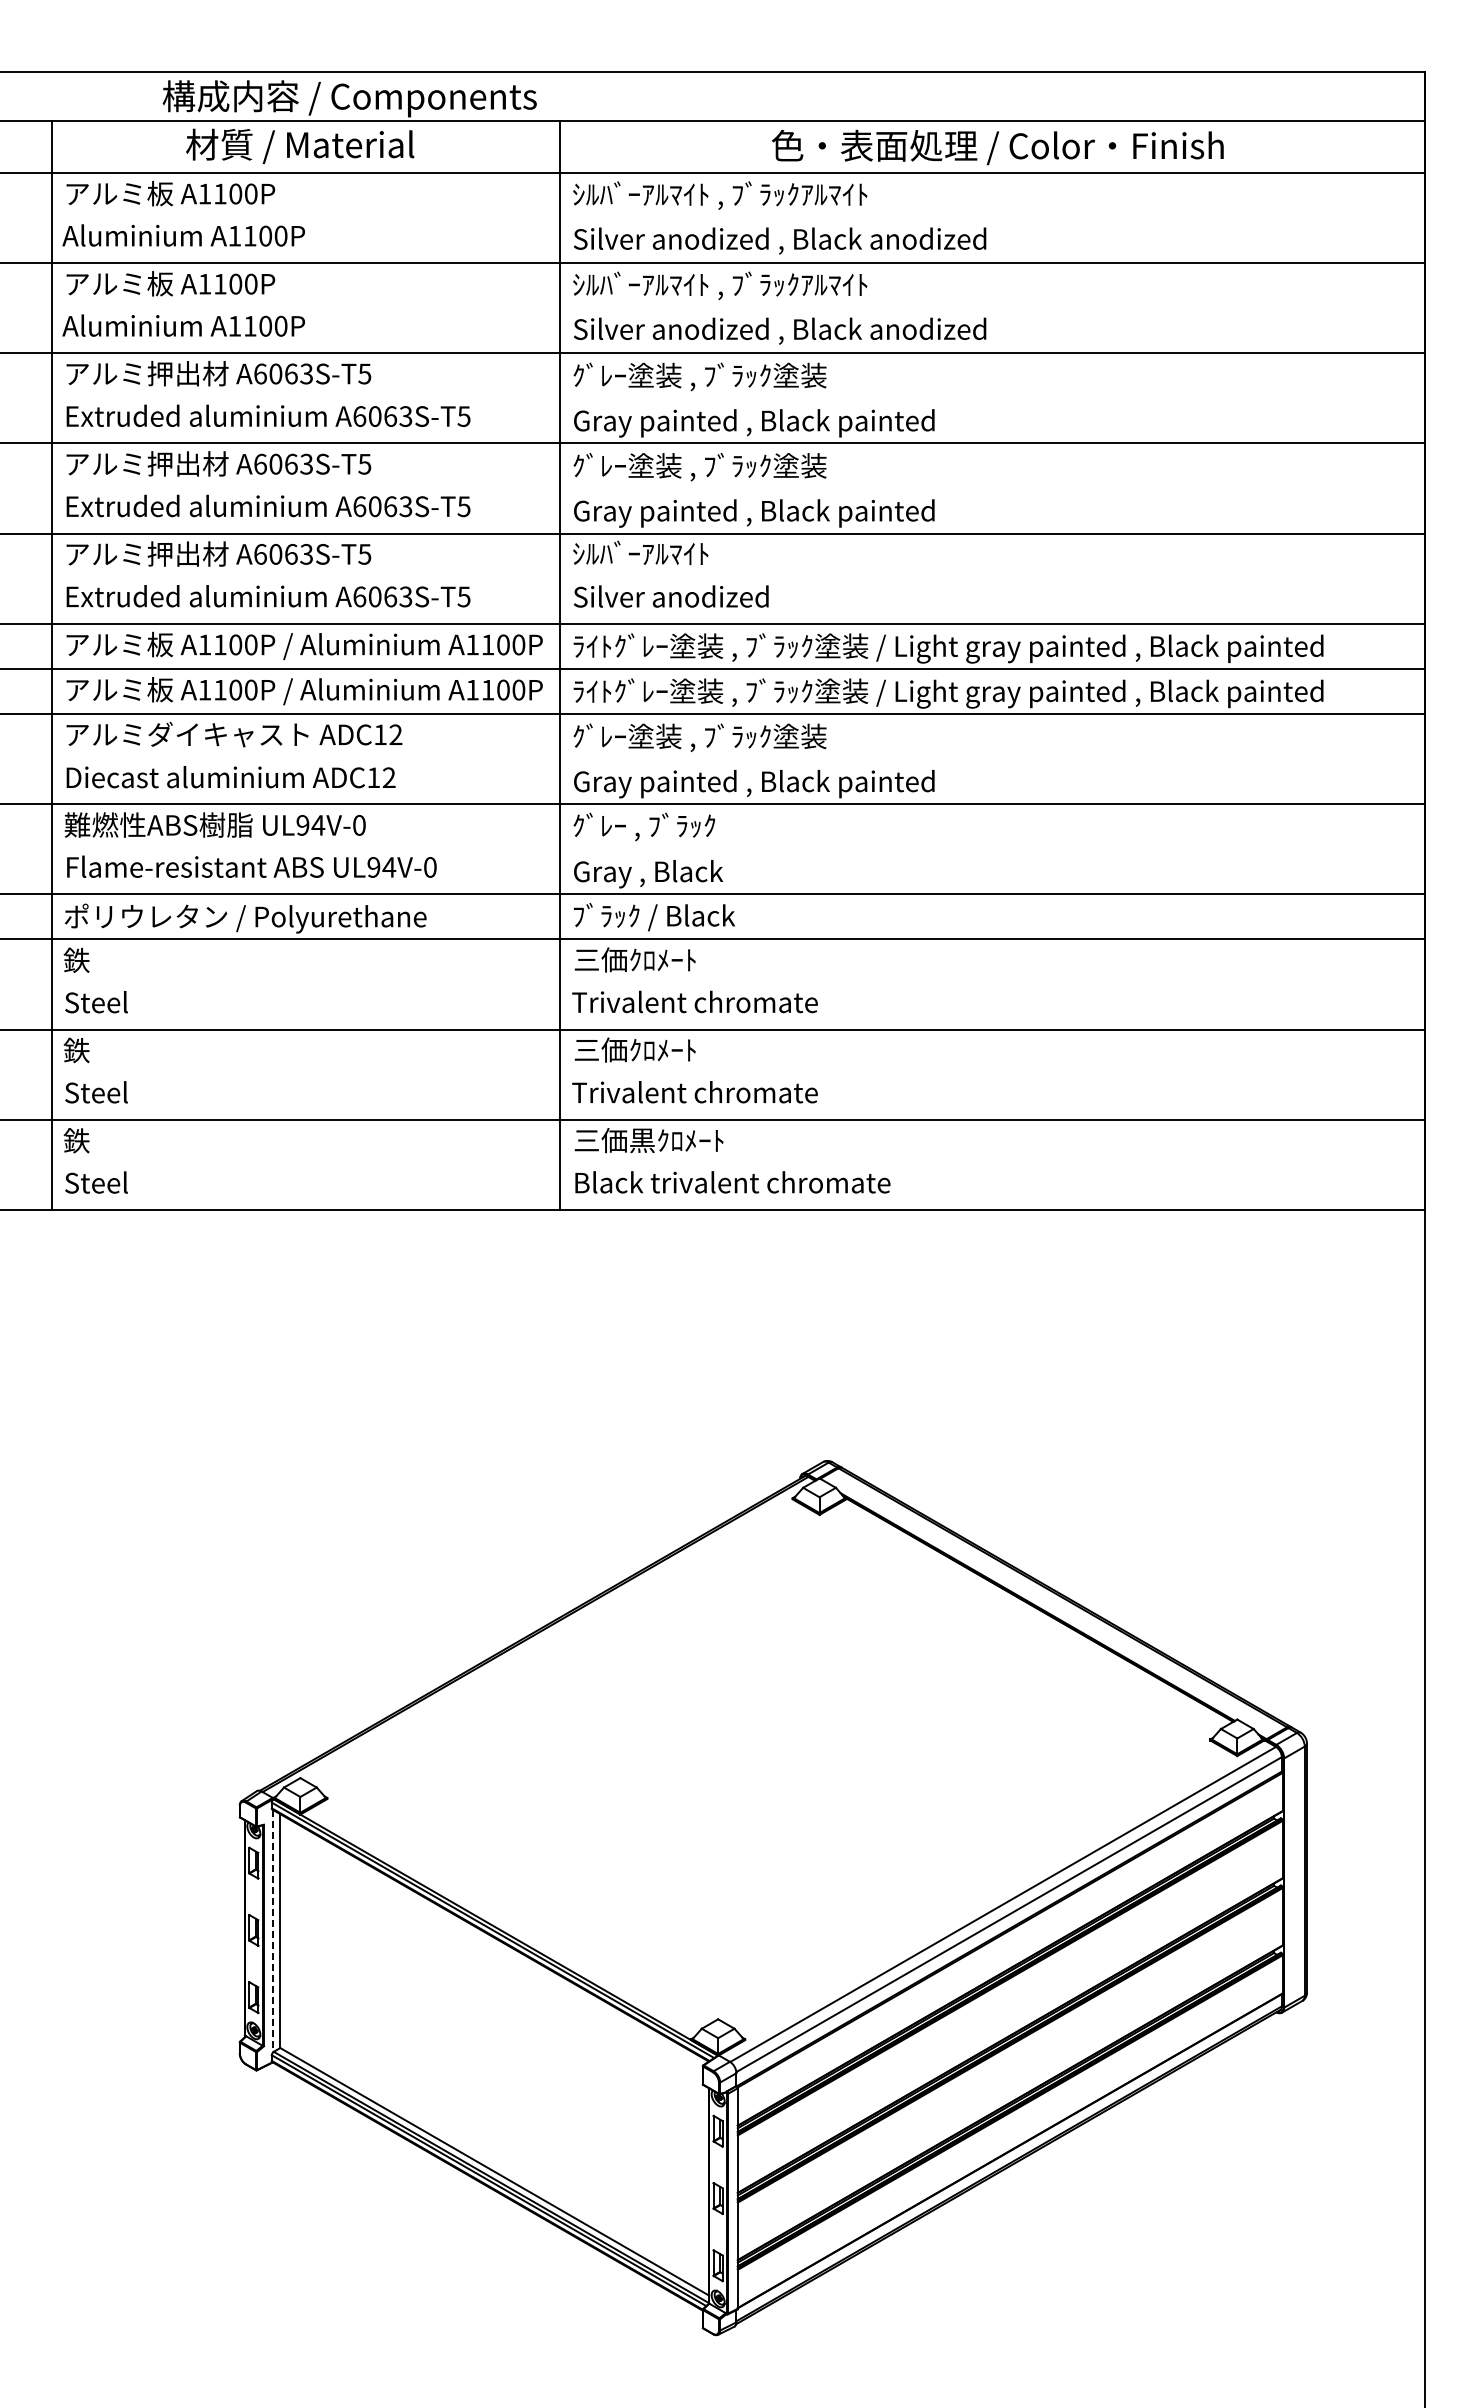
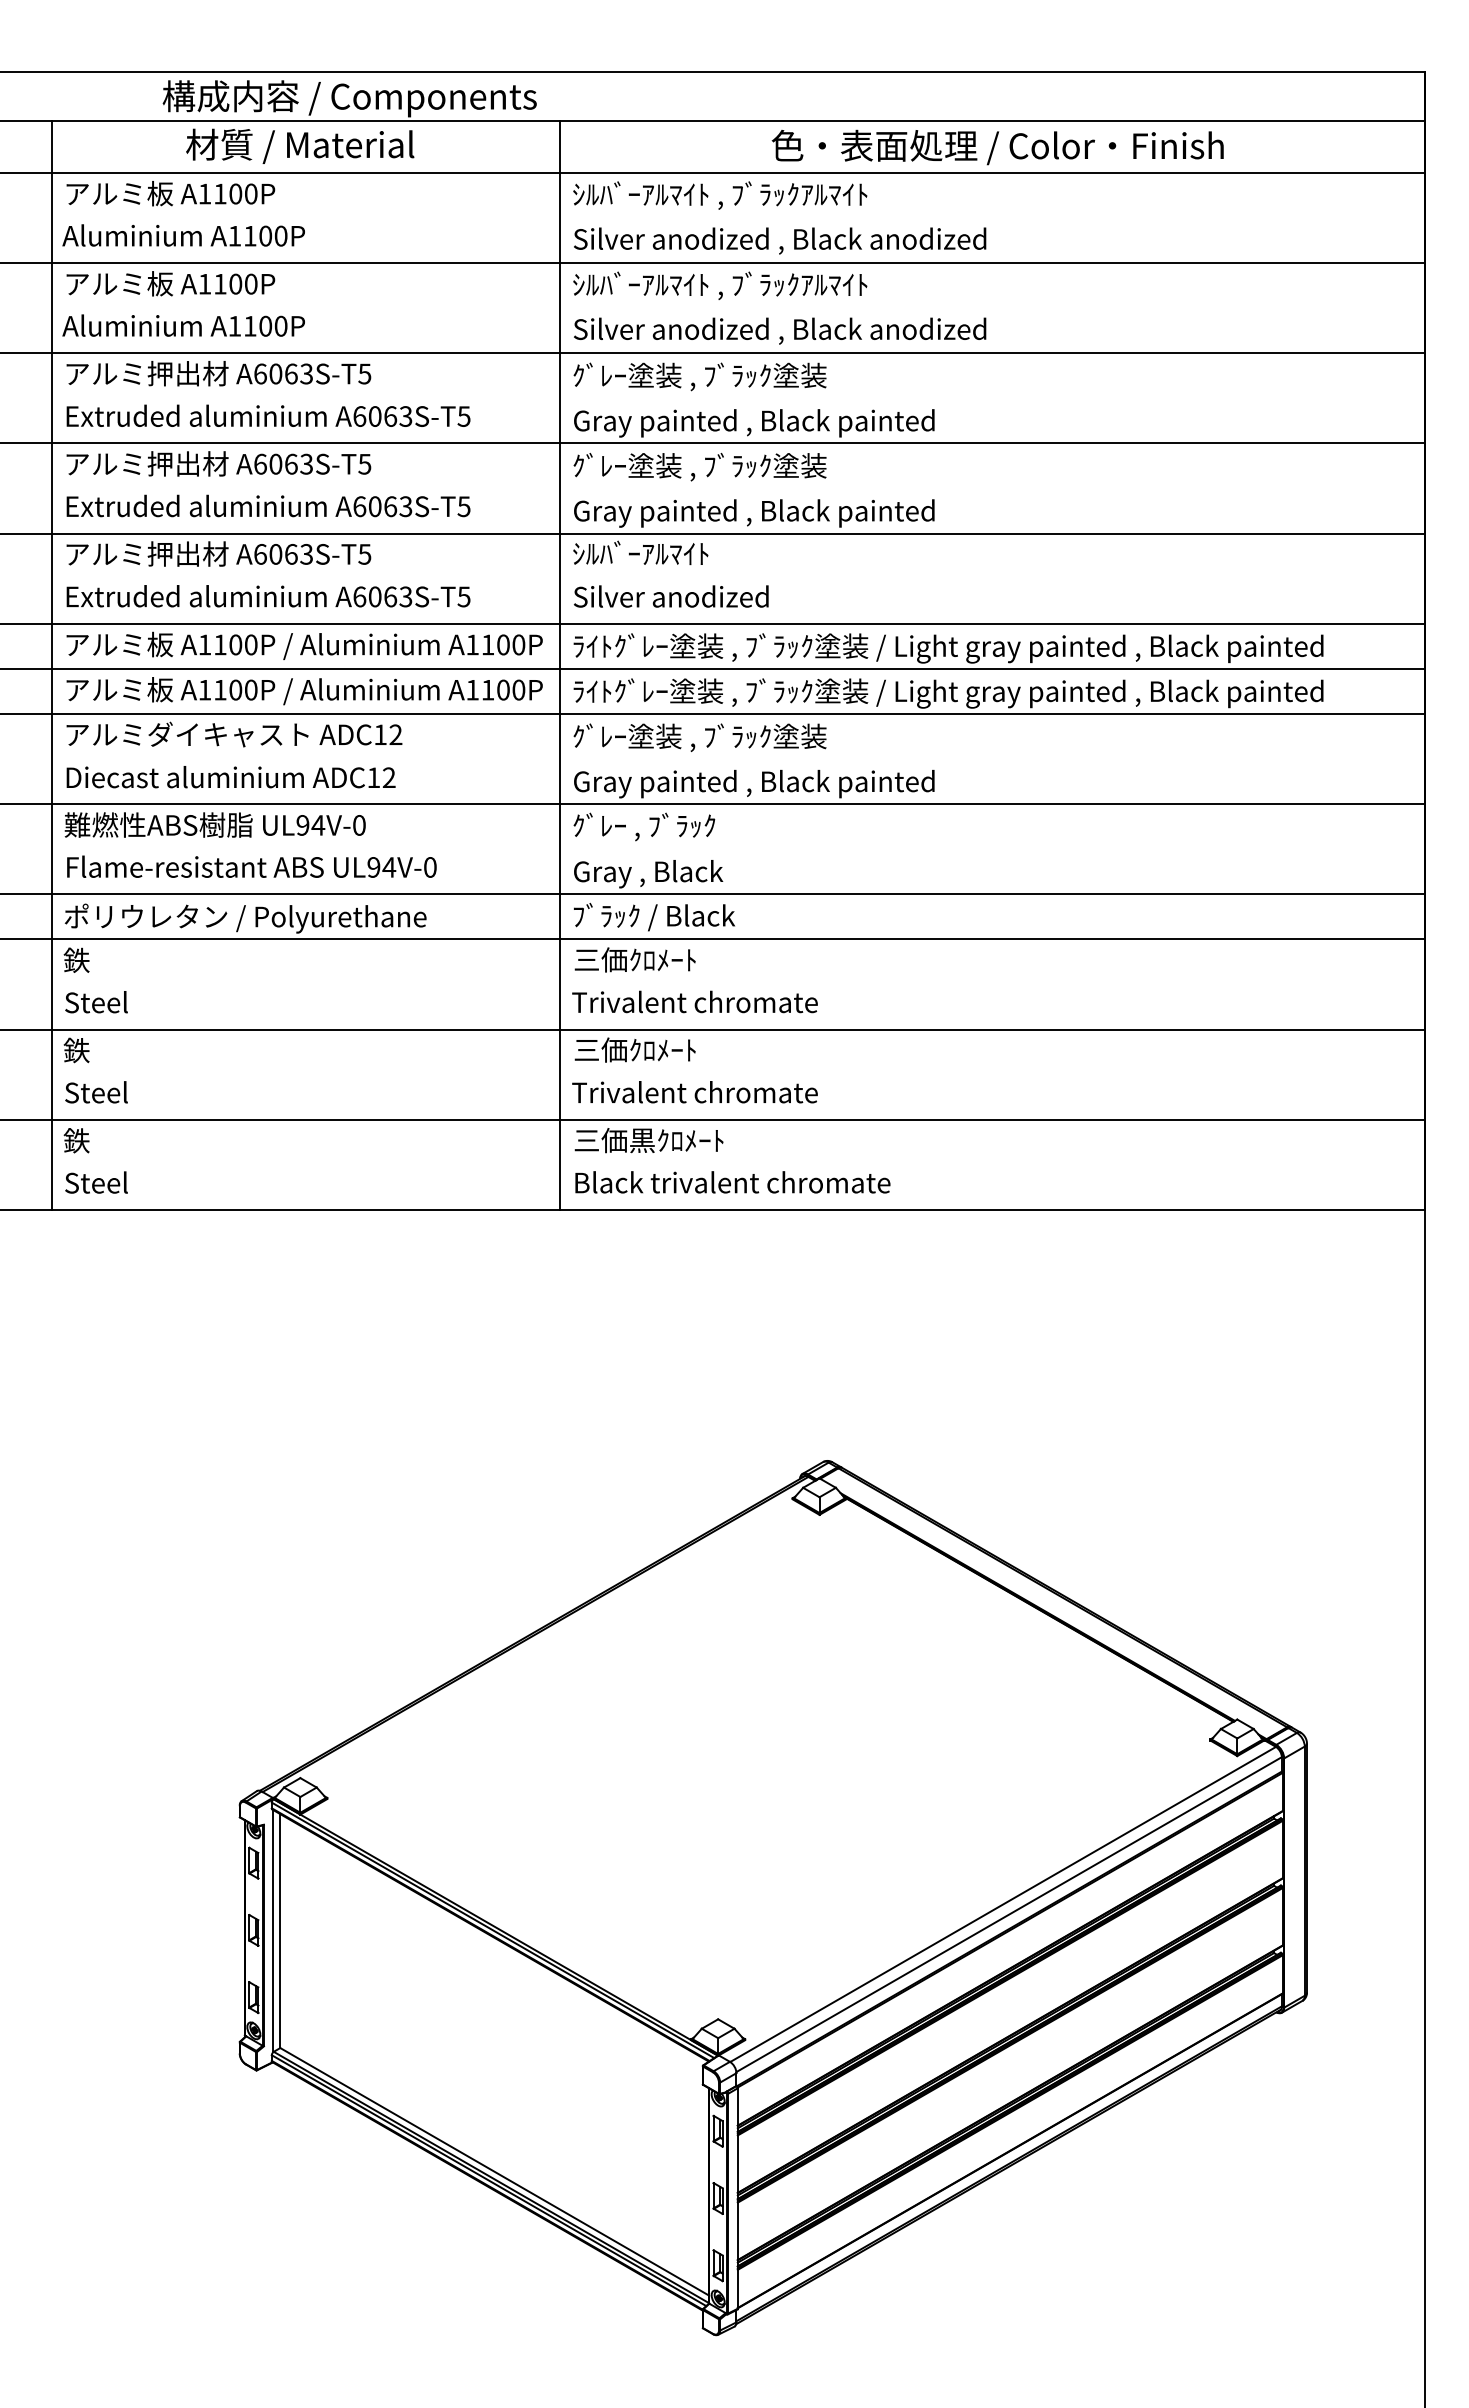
line at (273, 1931): dashed -> solid
